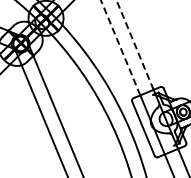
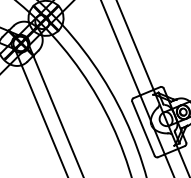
line at (135, 44): dashed -> solid
line at (120, 47): dashed -> solid
